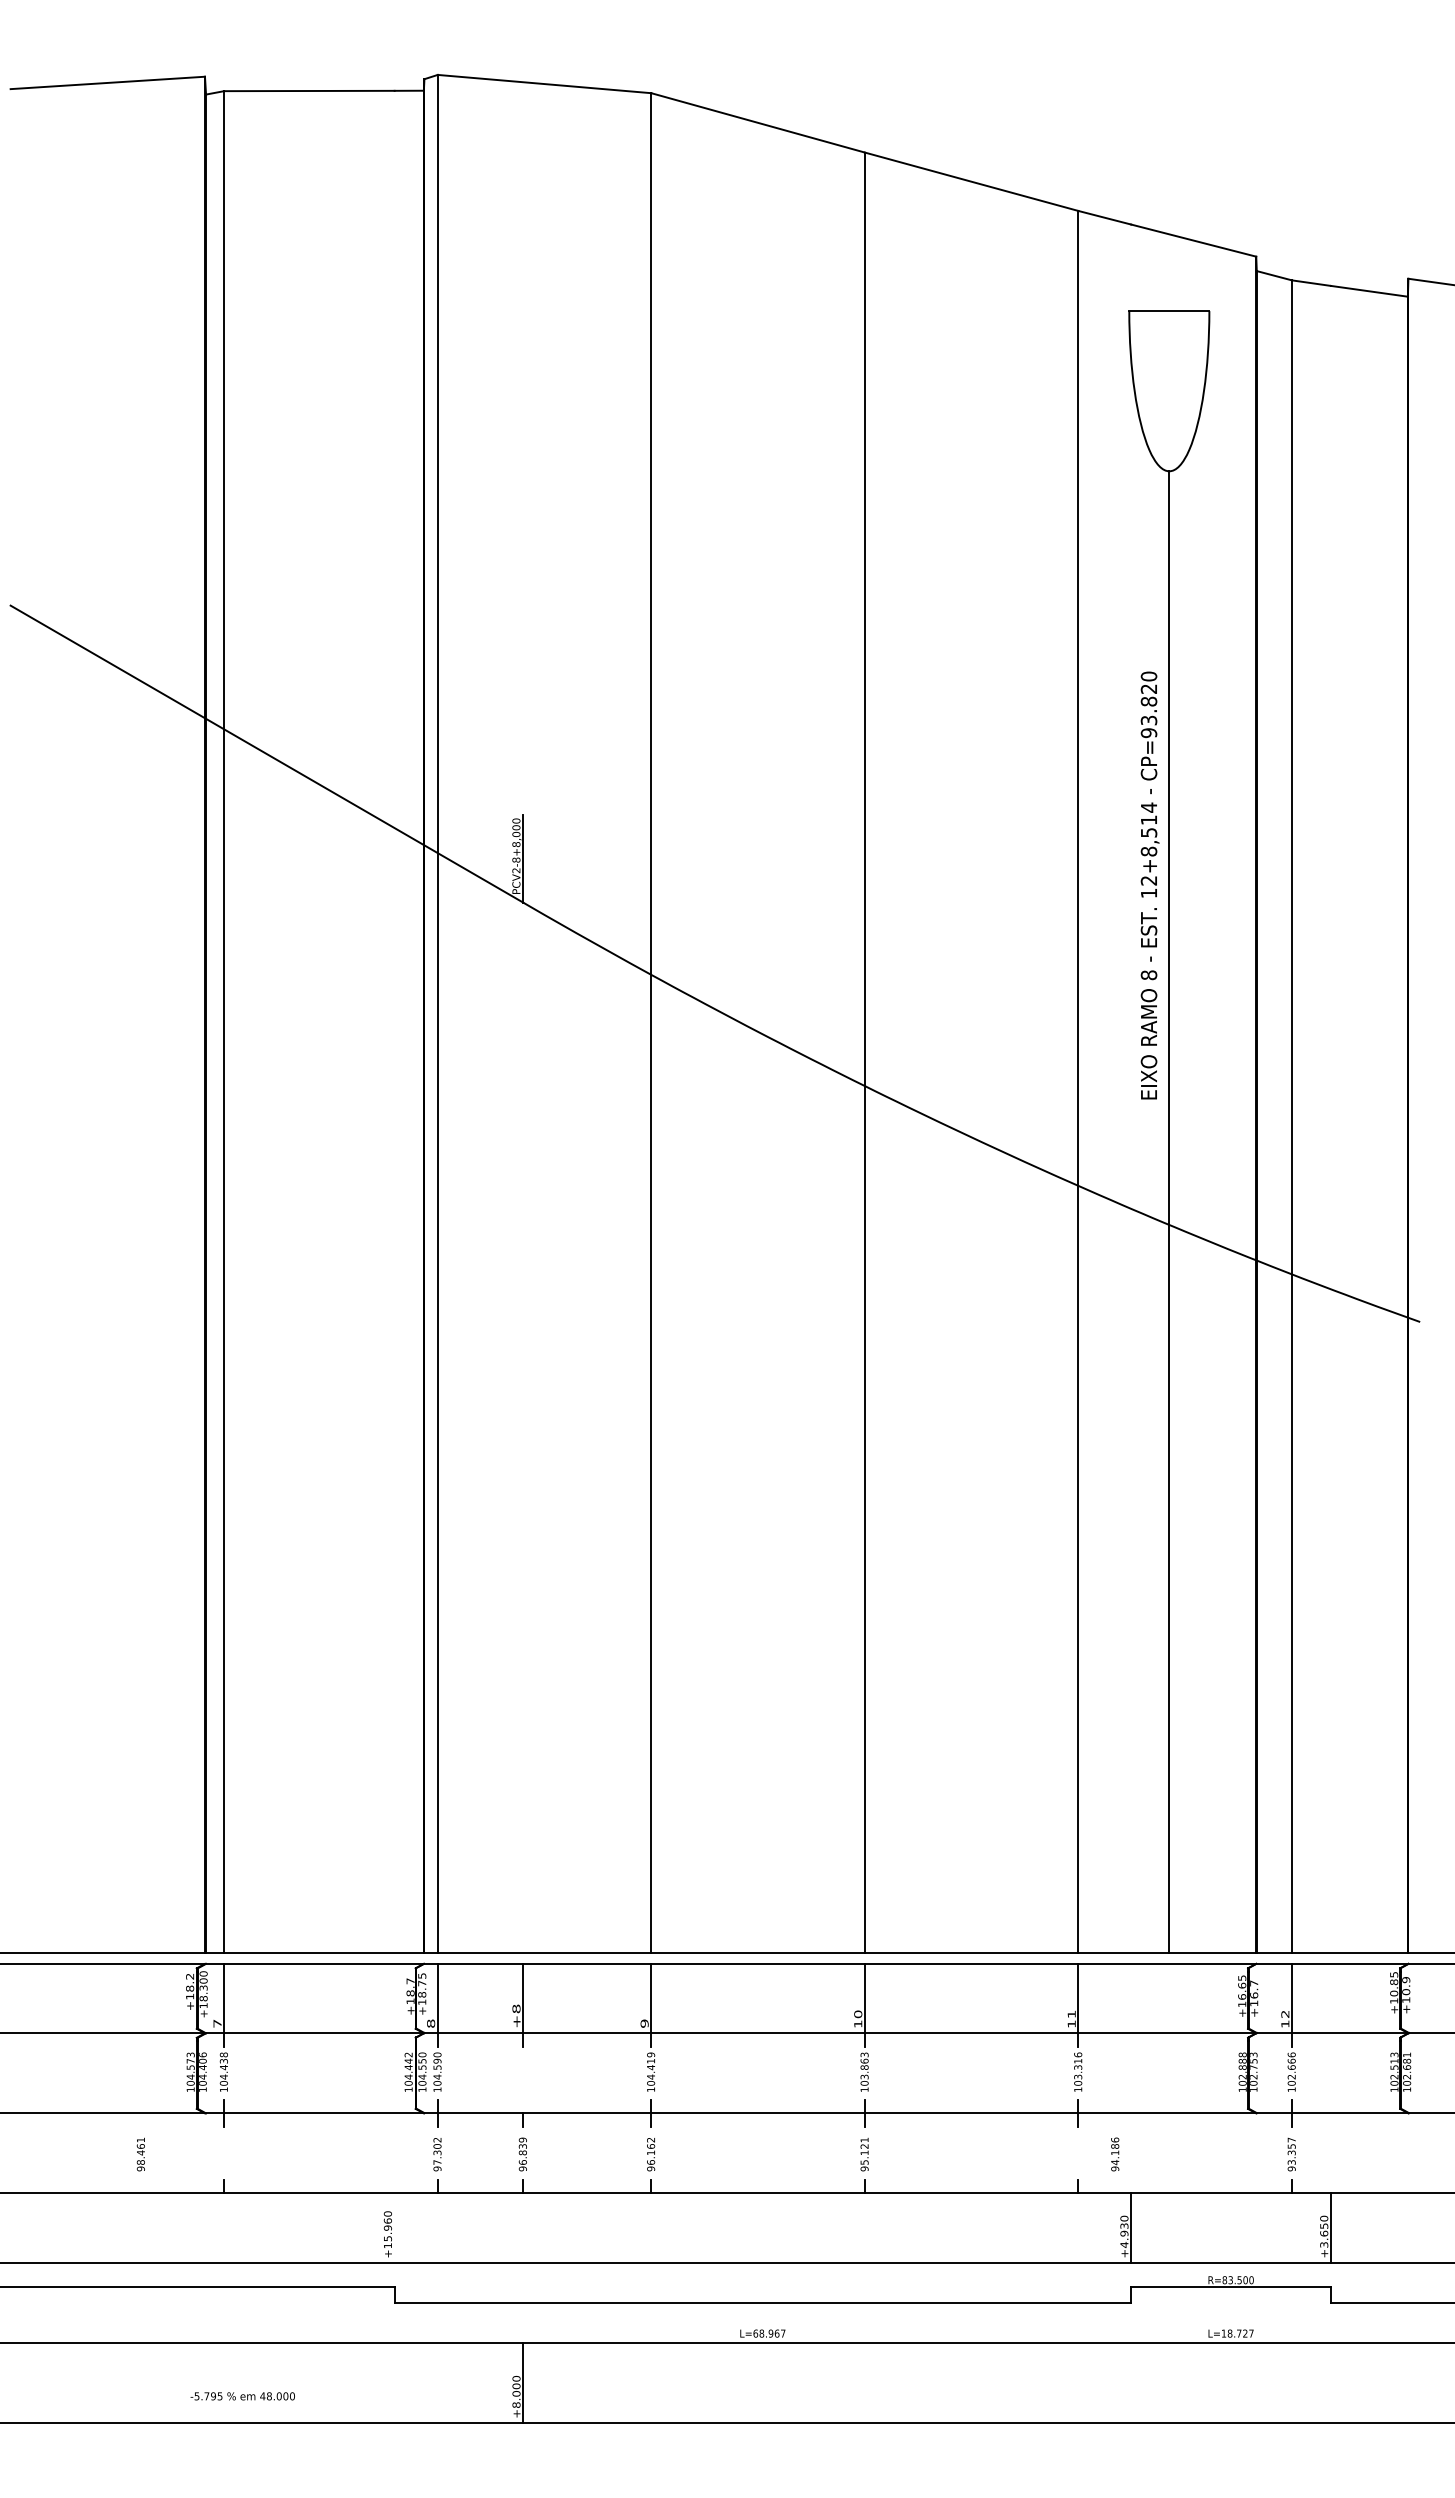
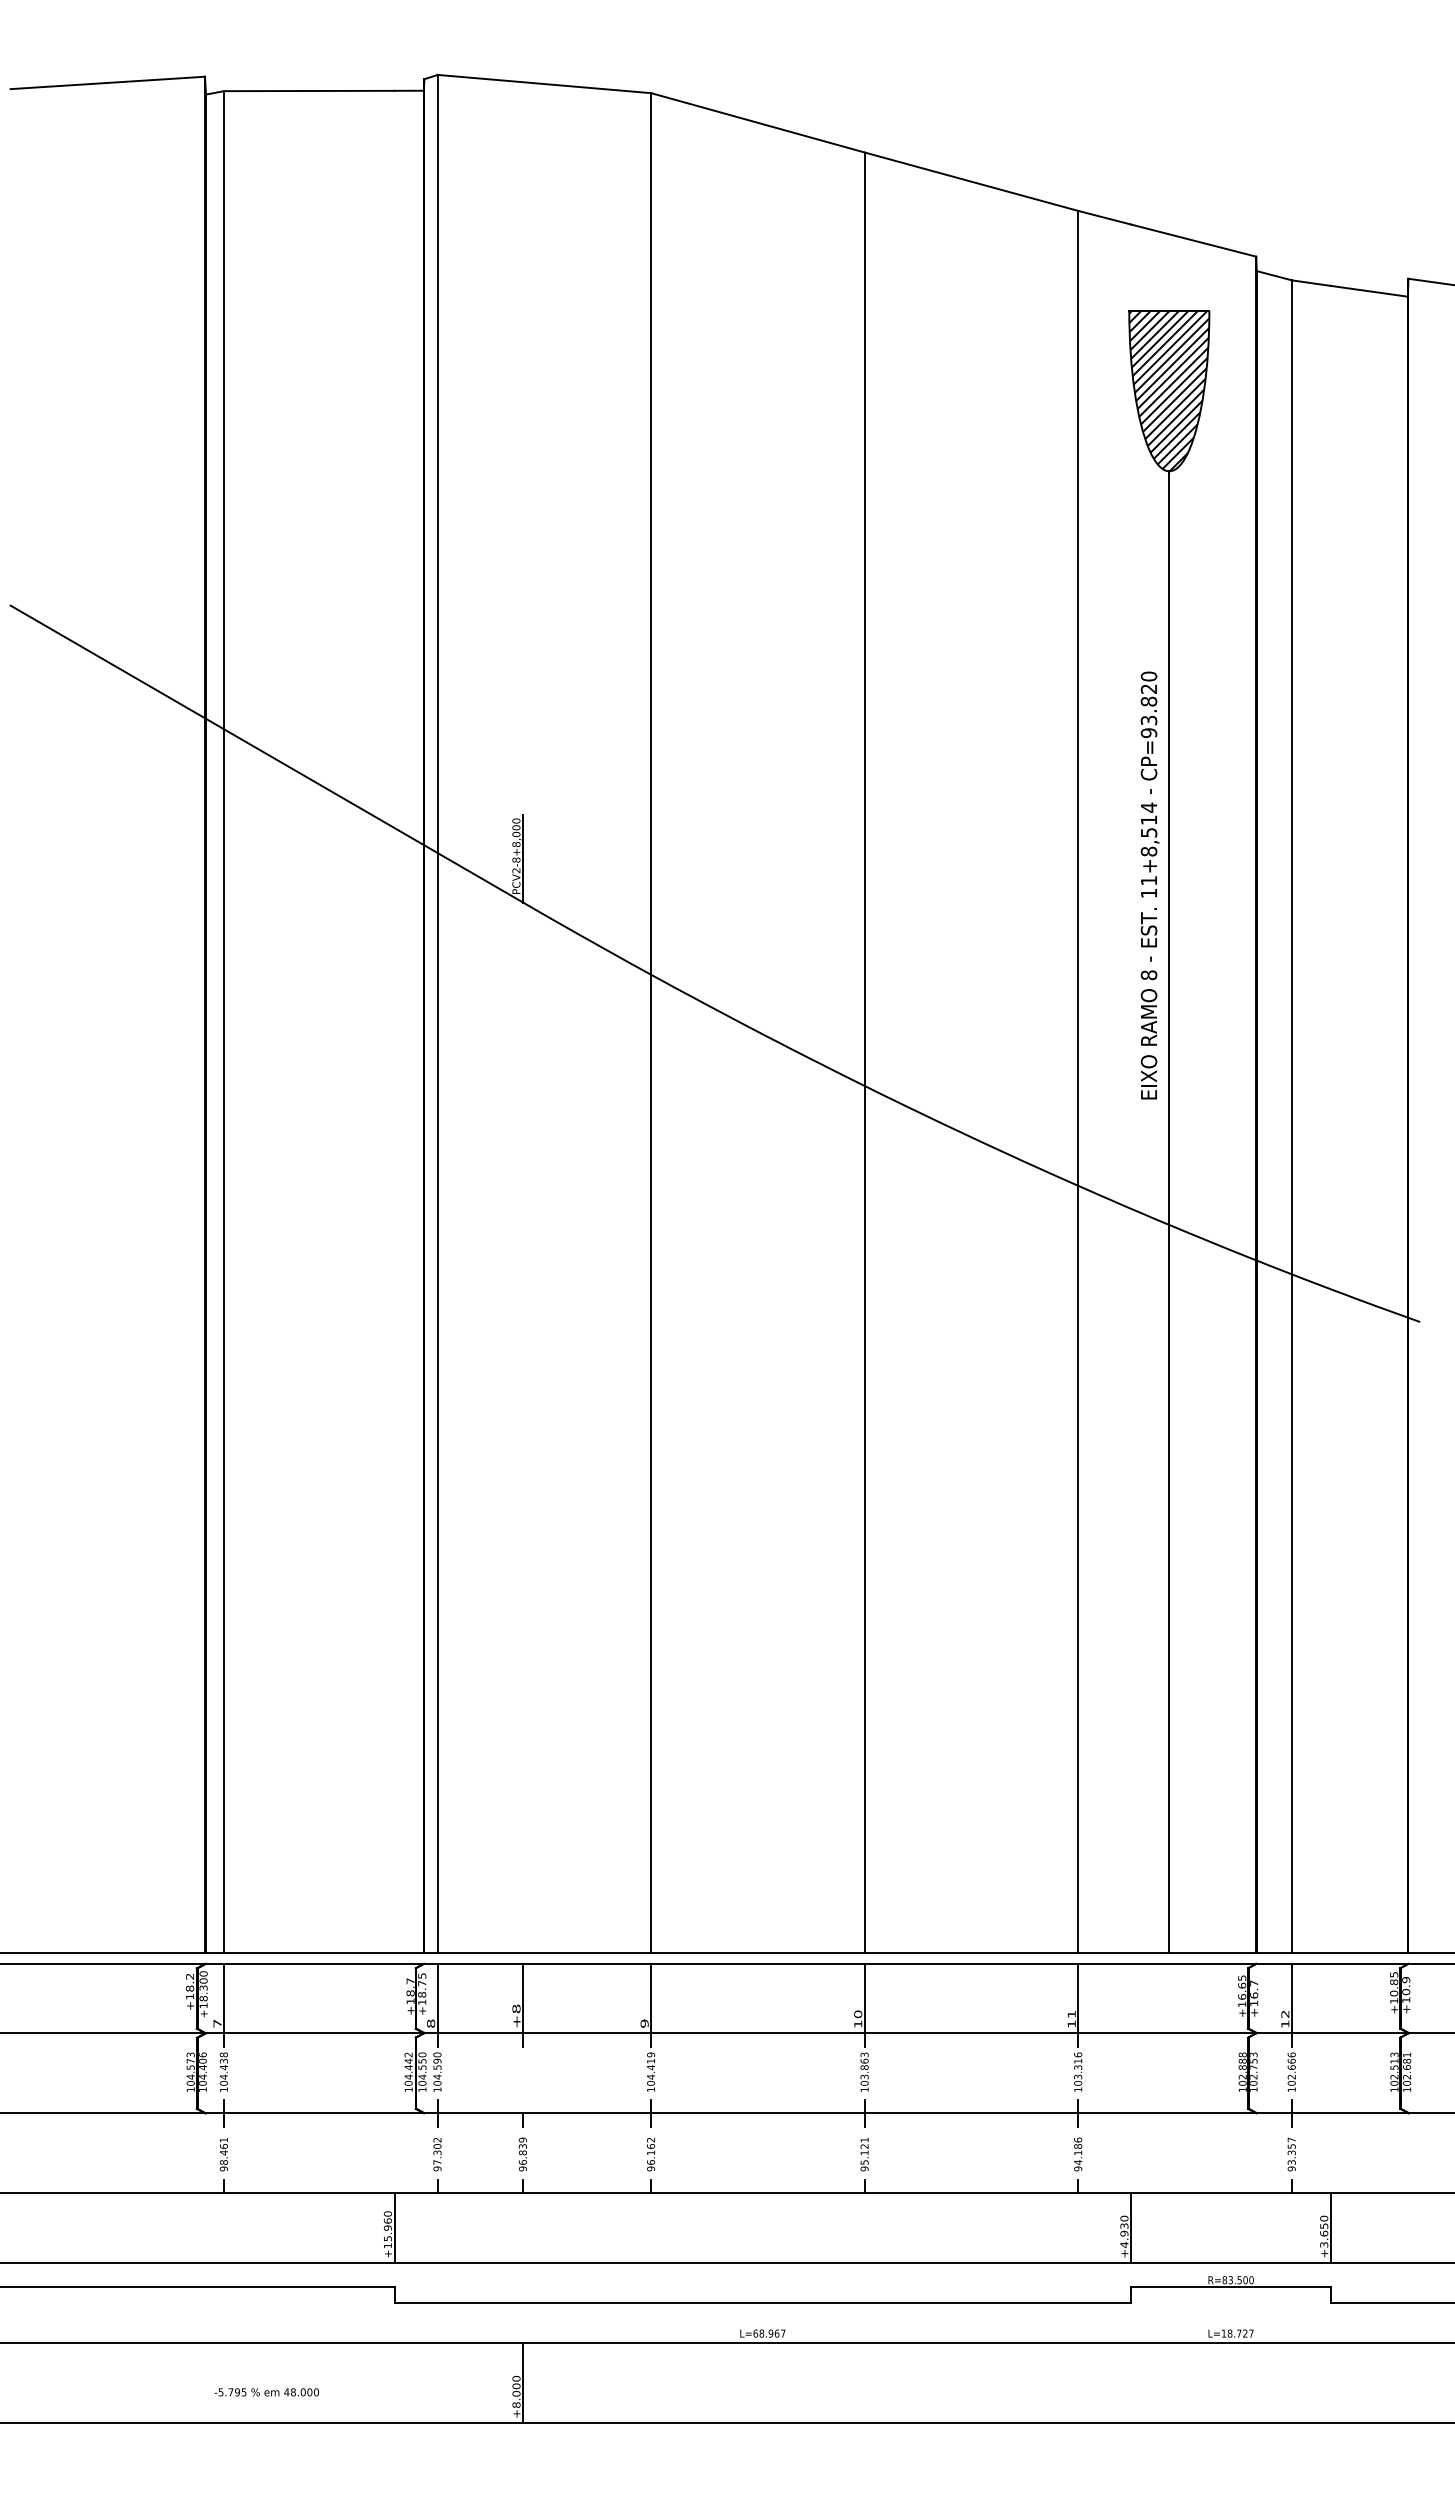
hatch at (1169, 391): none -> present
text at (1148, 880): 12+8,514 -> 11+8,514
text at (140, 2154) position: (140, 2154) -> (223, 2154)
text at (1115, 2154) position: (1115, 2154) -> (1078, 2154)
line at (394, 2227): none -> present
text at (242, 2396) position: (242, 2396) -> (266, 2392)
